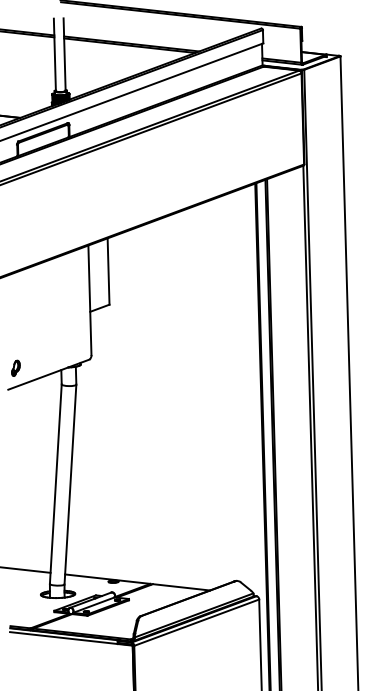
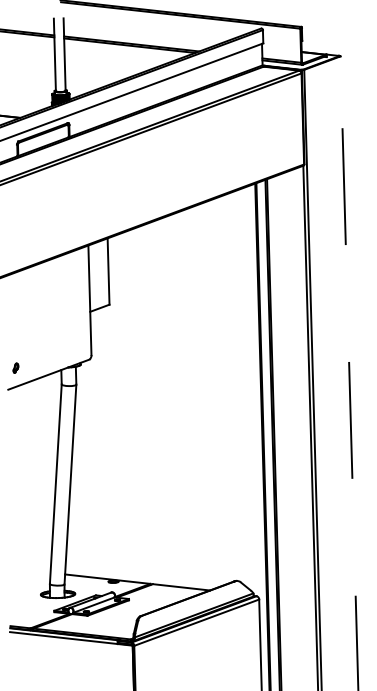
part at (15, 367) size: 10x18 px -> 8x12 px
line at (349, 373): solid -> dashed
line at (26, 569): present -> none
